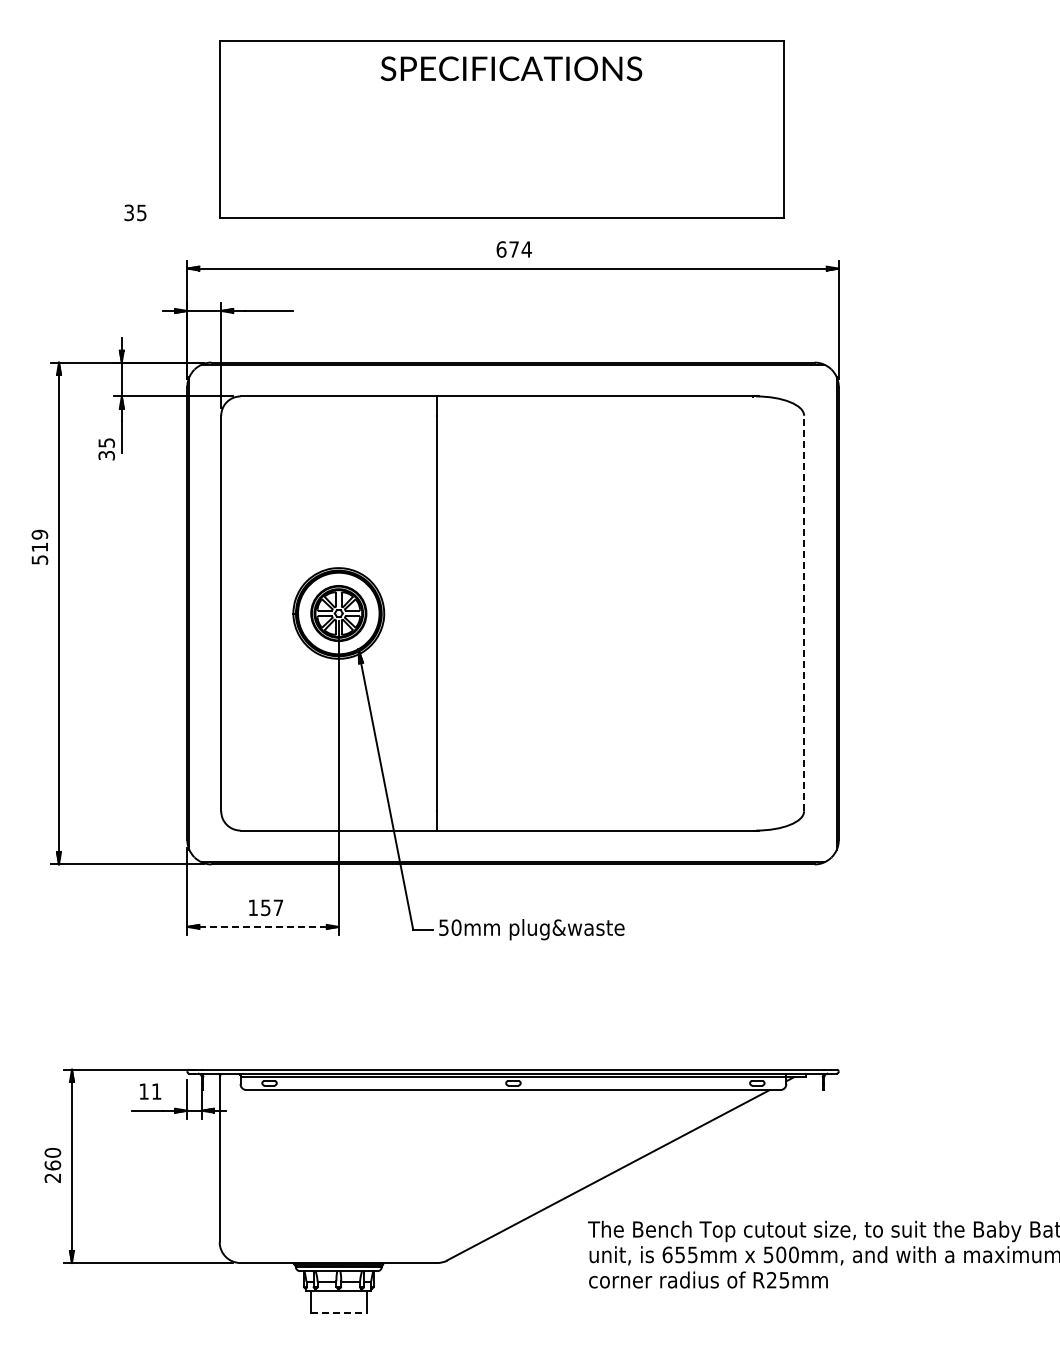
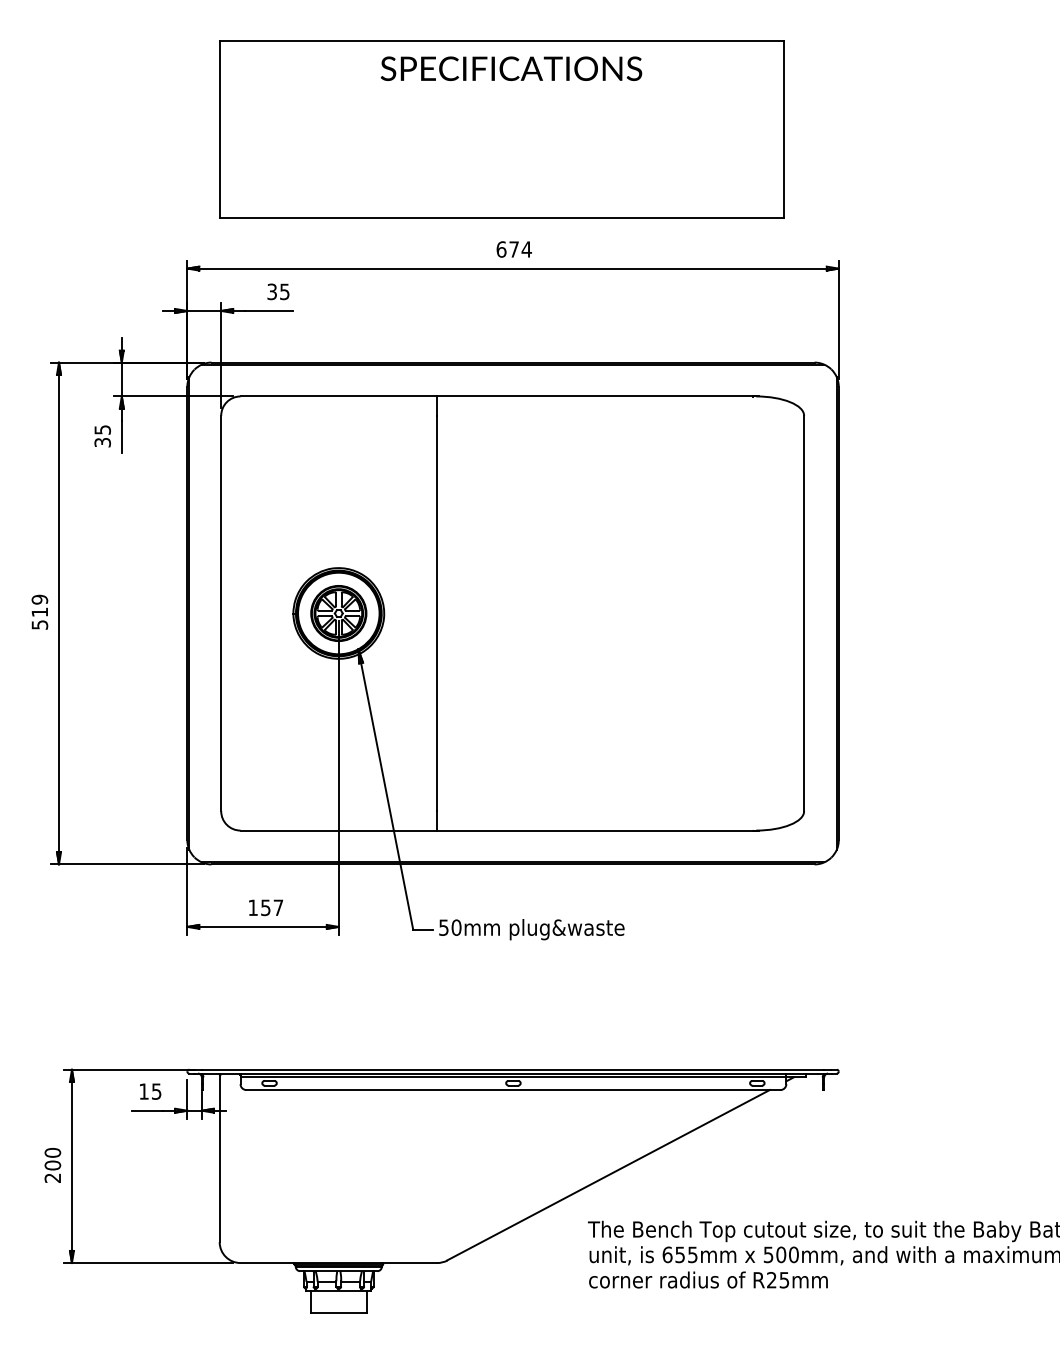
text at (135, 212) position: (135, 212) -> (278, 291)
text at (106, 449) position: (106, 449) -> (102, 436)
text at (39, 546) position: (39, 546) -> (39, 611)
line at (803, 613): dashed -> solid
line at (263, 926): dashed -> solid
text at (156, 1091): 11 -> 15
text at (52, 1165): 260 -> 200
line at (339, 1313): dashed -> solid
